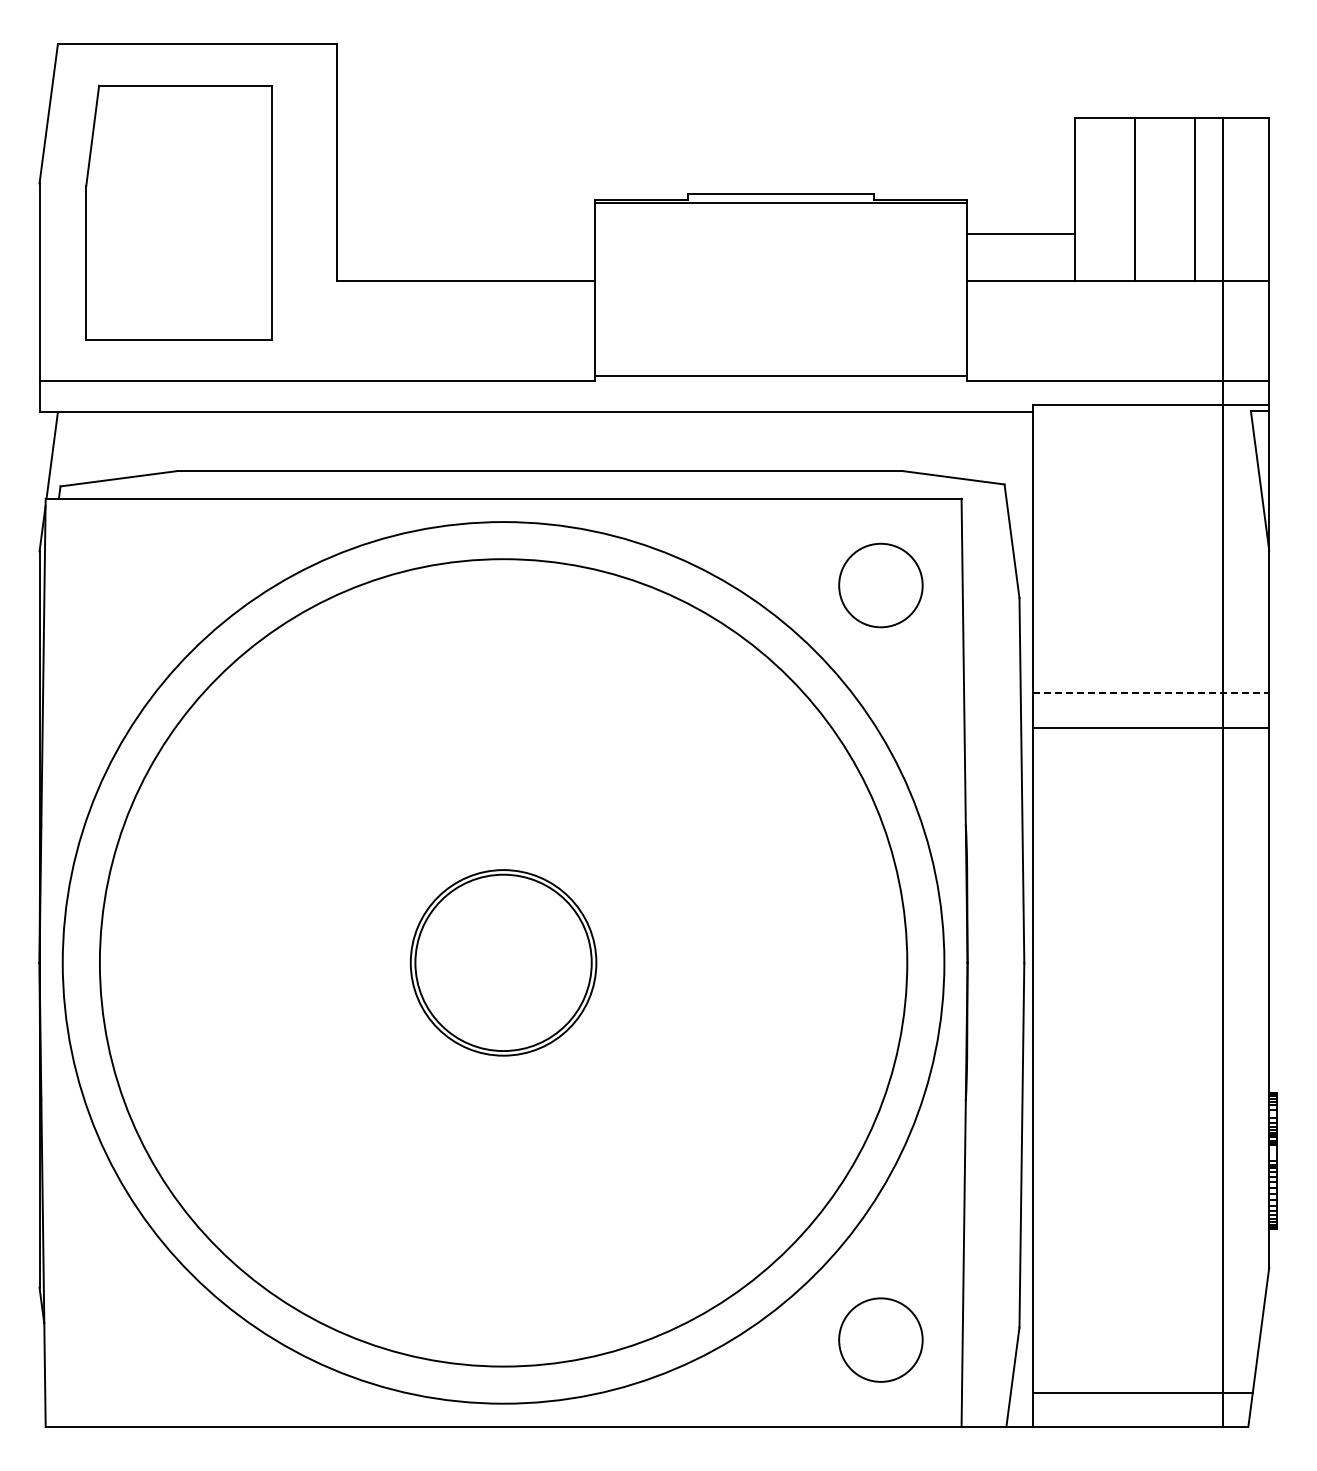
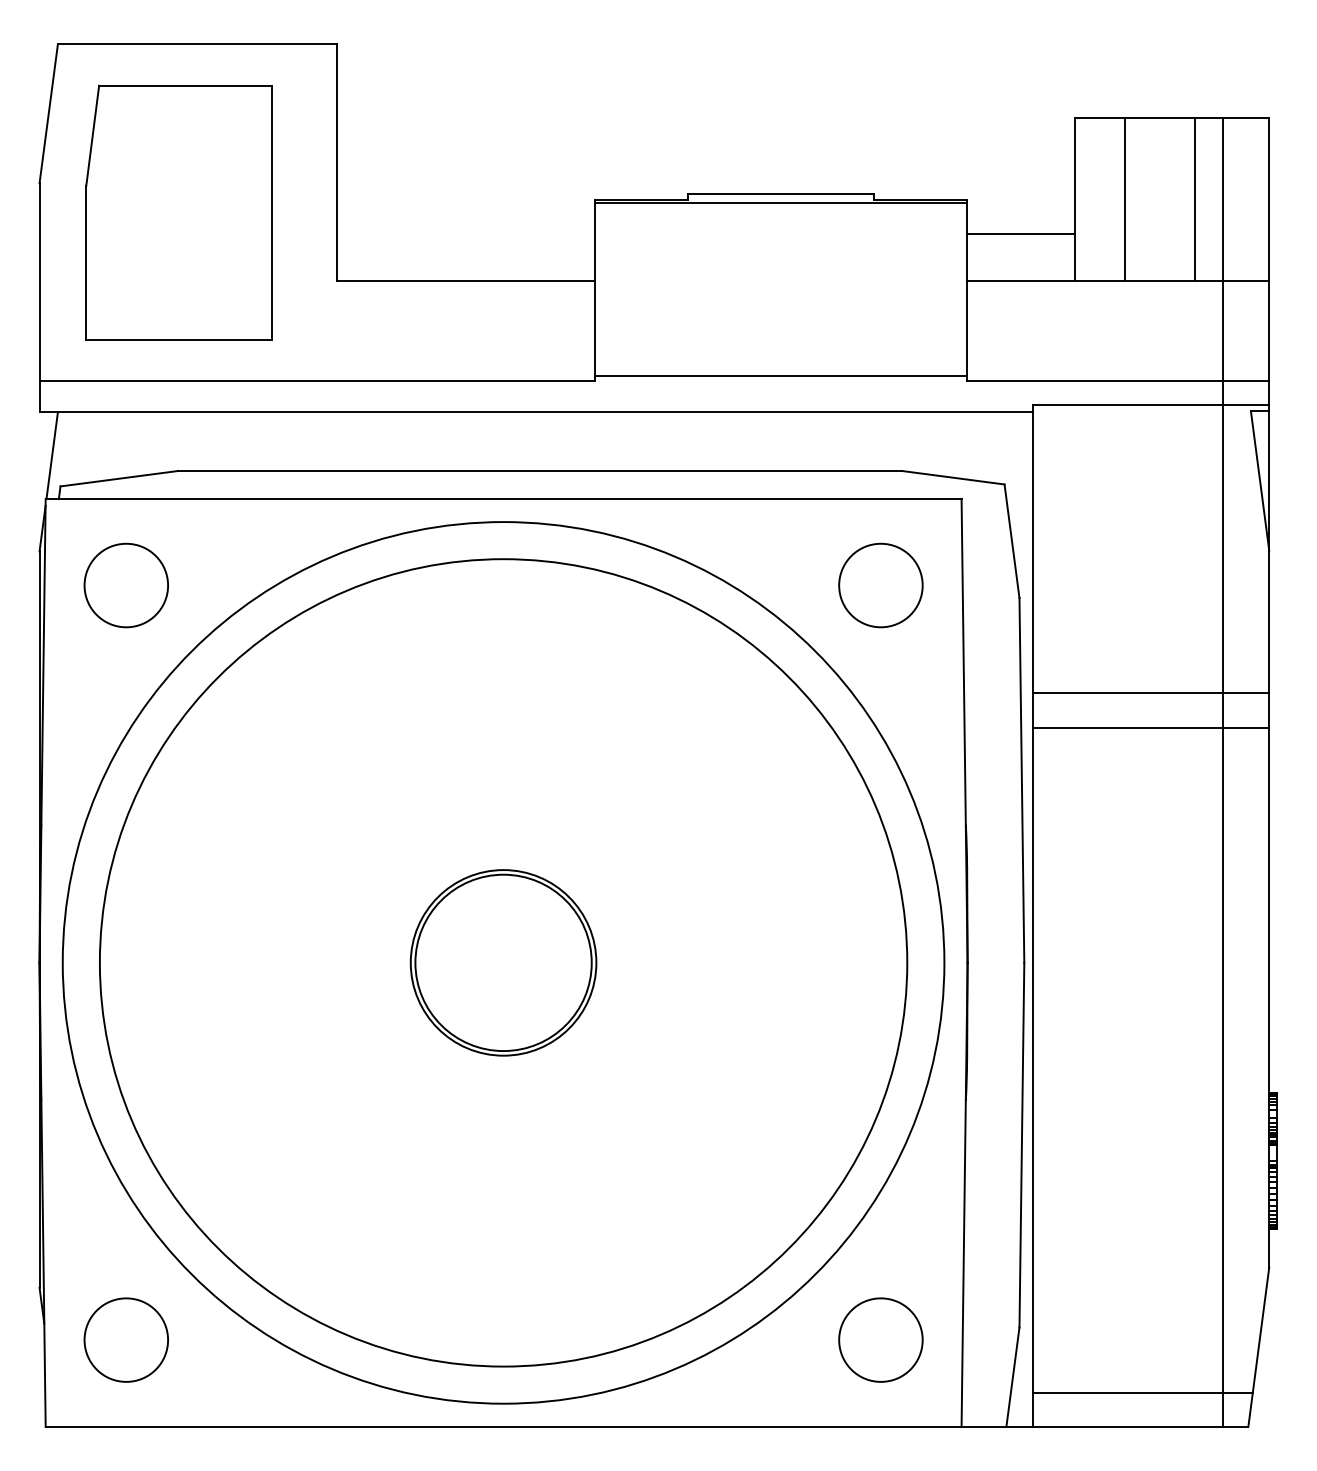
line at (1135, 199) position: (1135, 199) -> (1125, 199)
circle at (125, 585): none -> present
line at (1151, 693): dashed -> solid
circle at (125, 1339): none -> present
